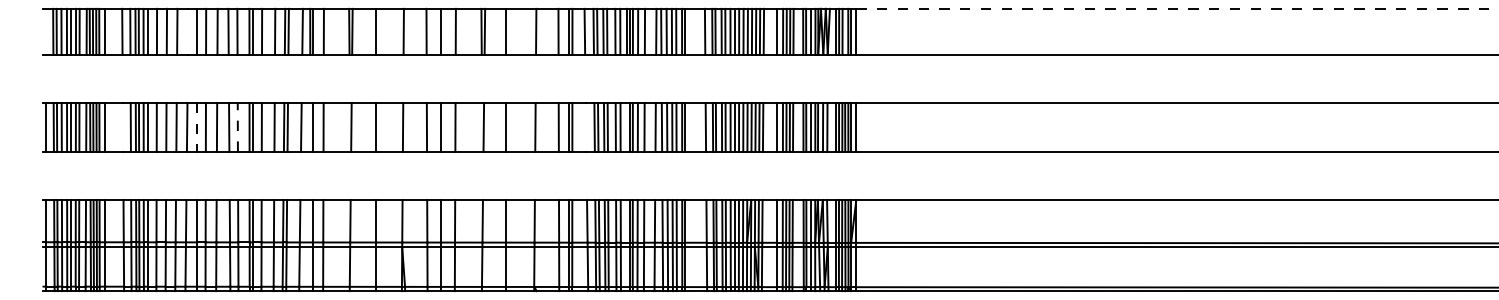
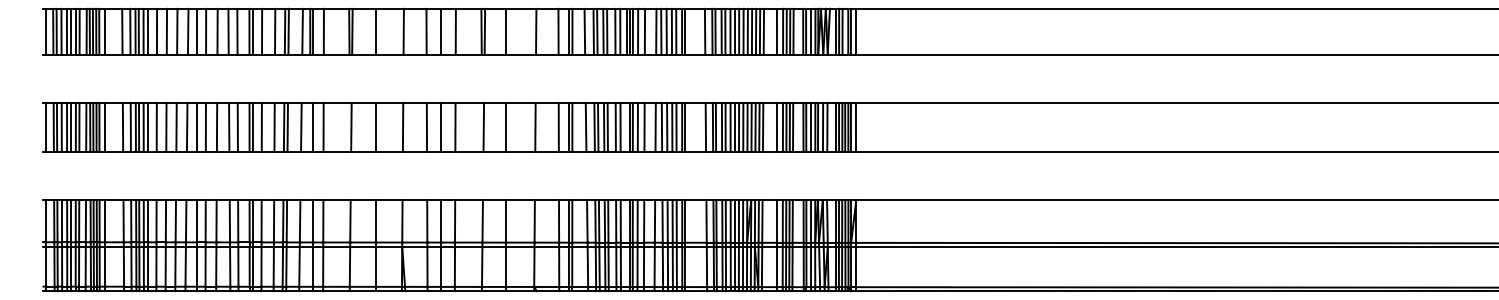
line at (1177, 8): dashed -> solid
line at (46, 31): none -> present
line at (187, 31): none -> present
line at (122, 126): none -> present
line at (237, 126): dashed -> solid
line at (585, 126): none -> present
line at (197, 127): dashed -> solid
